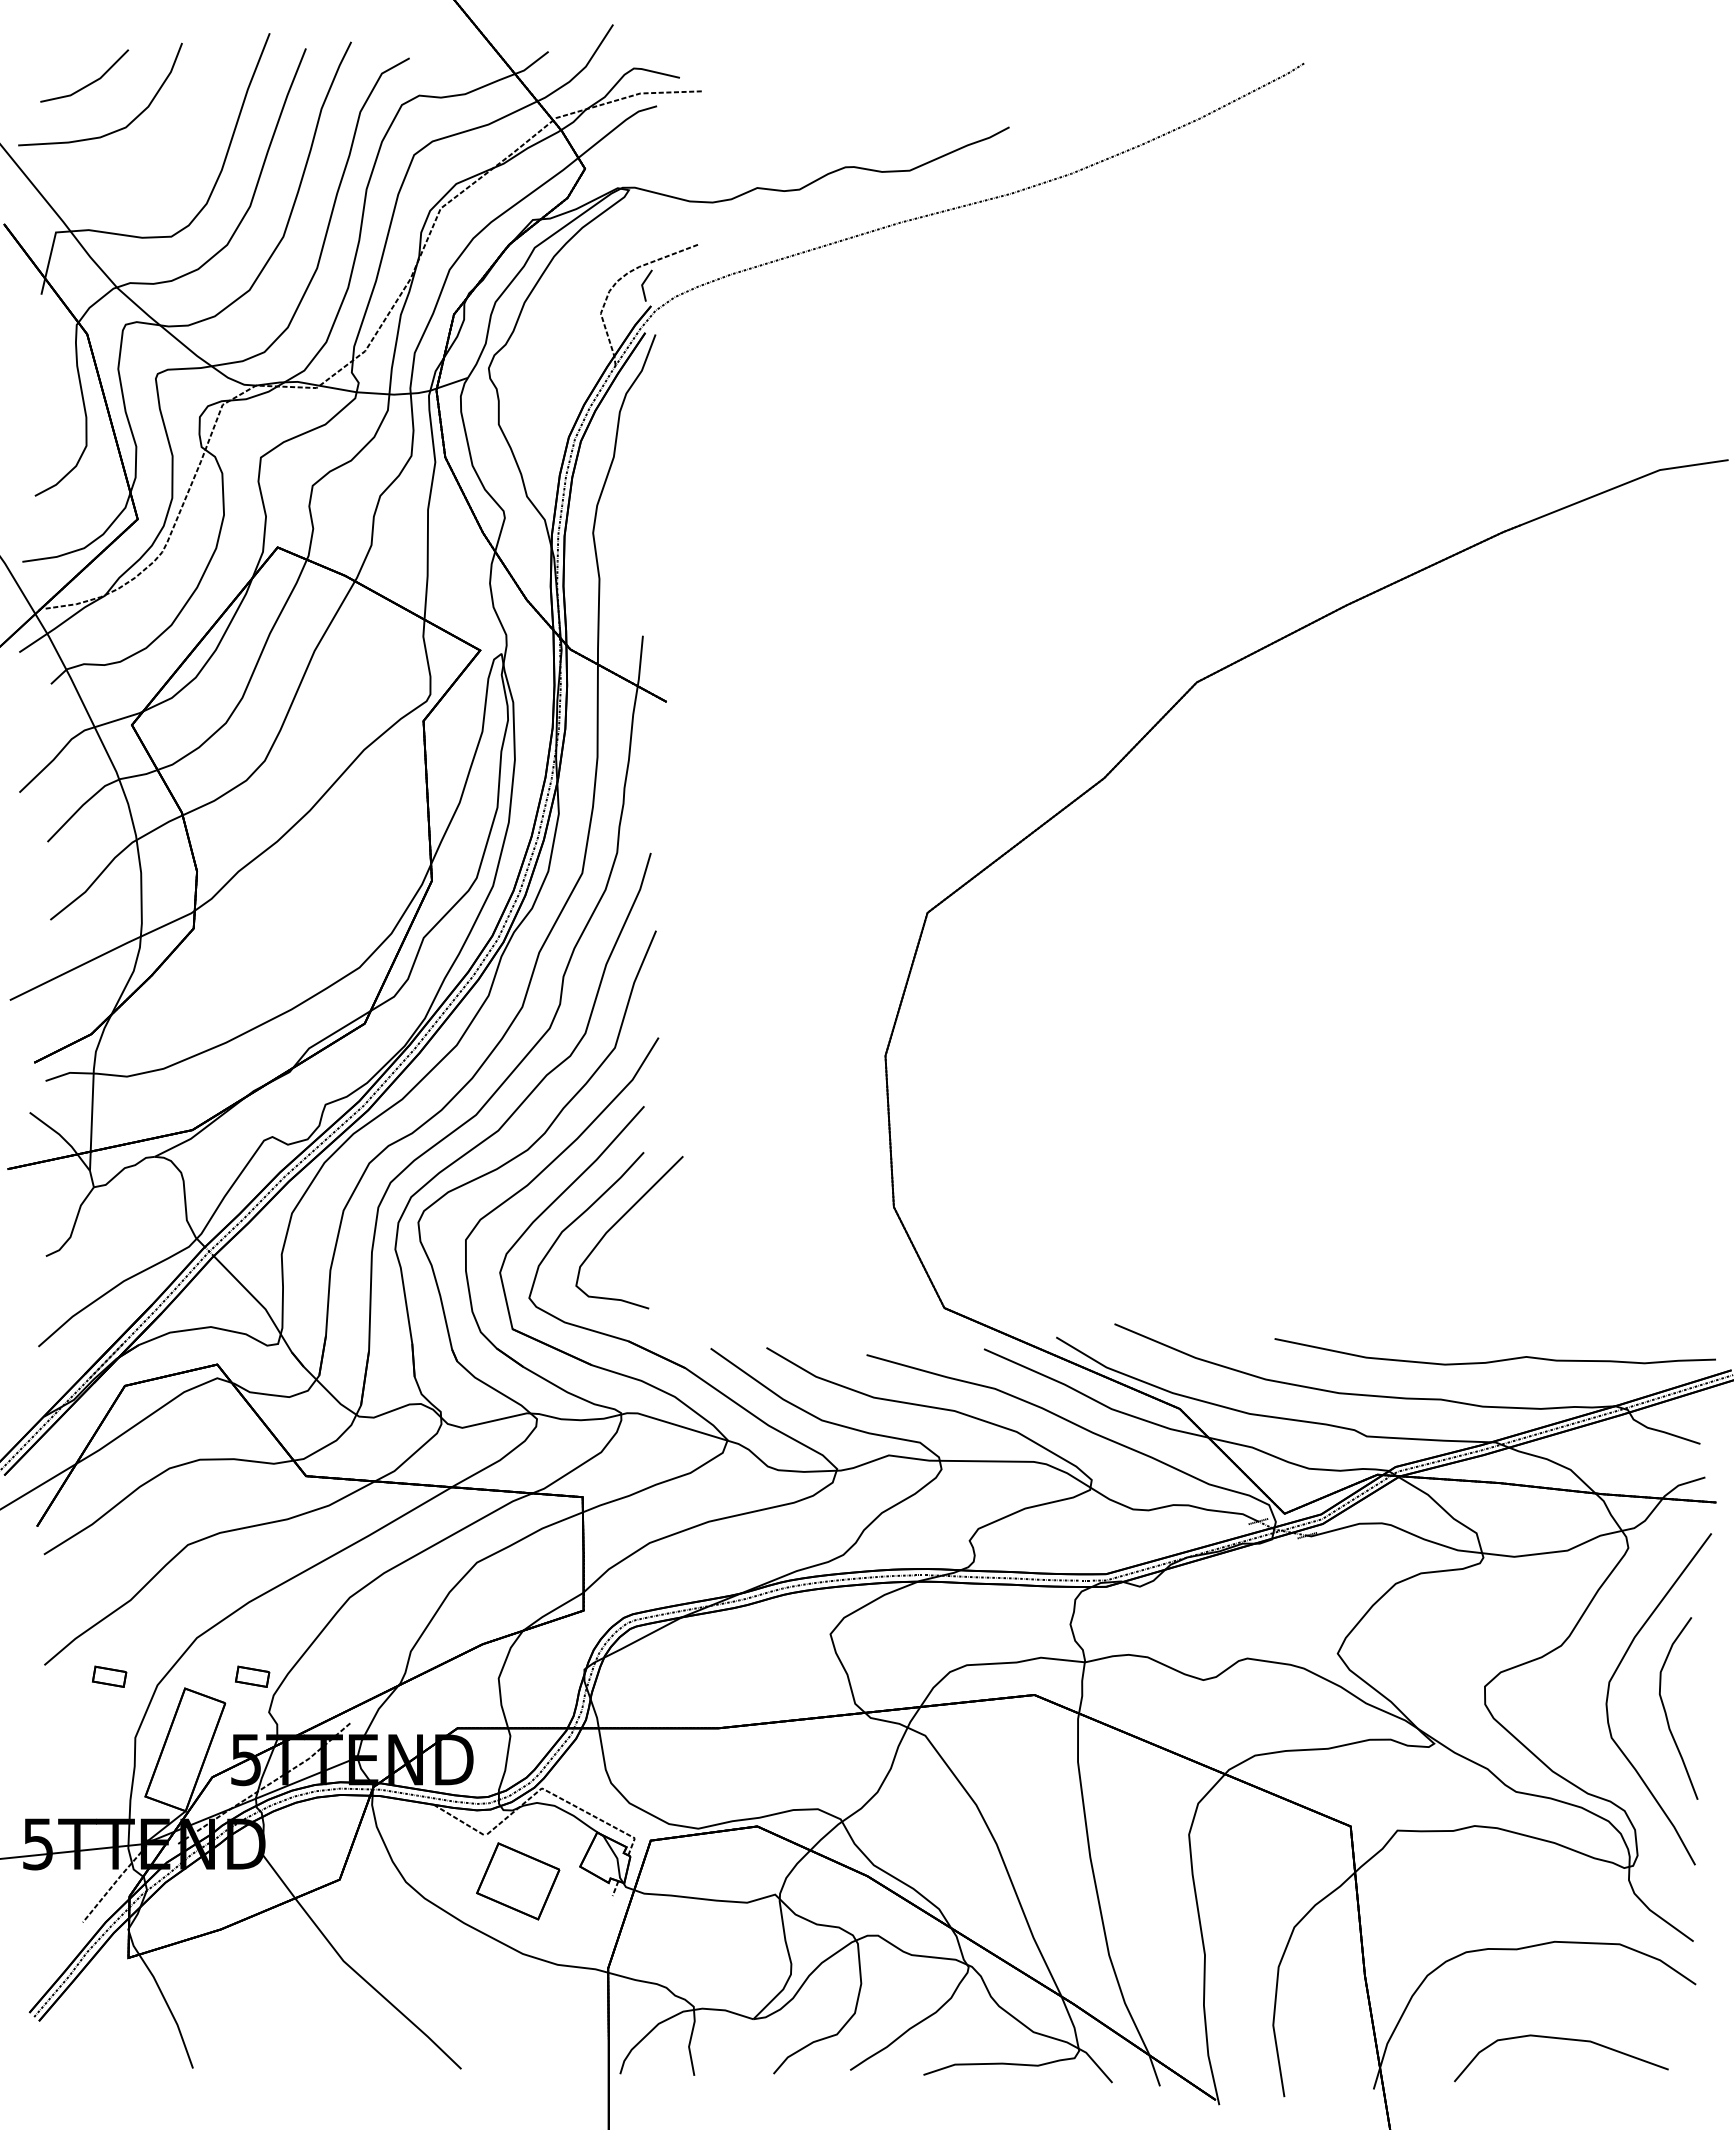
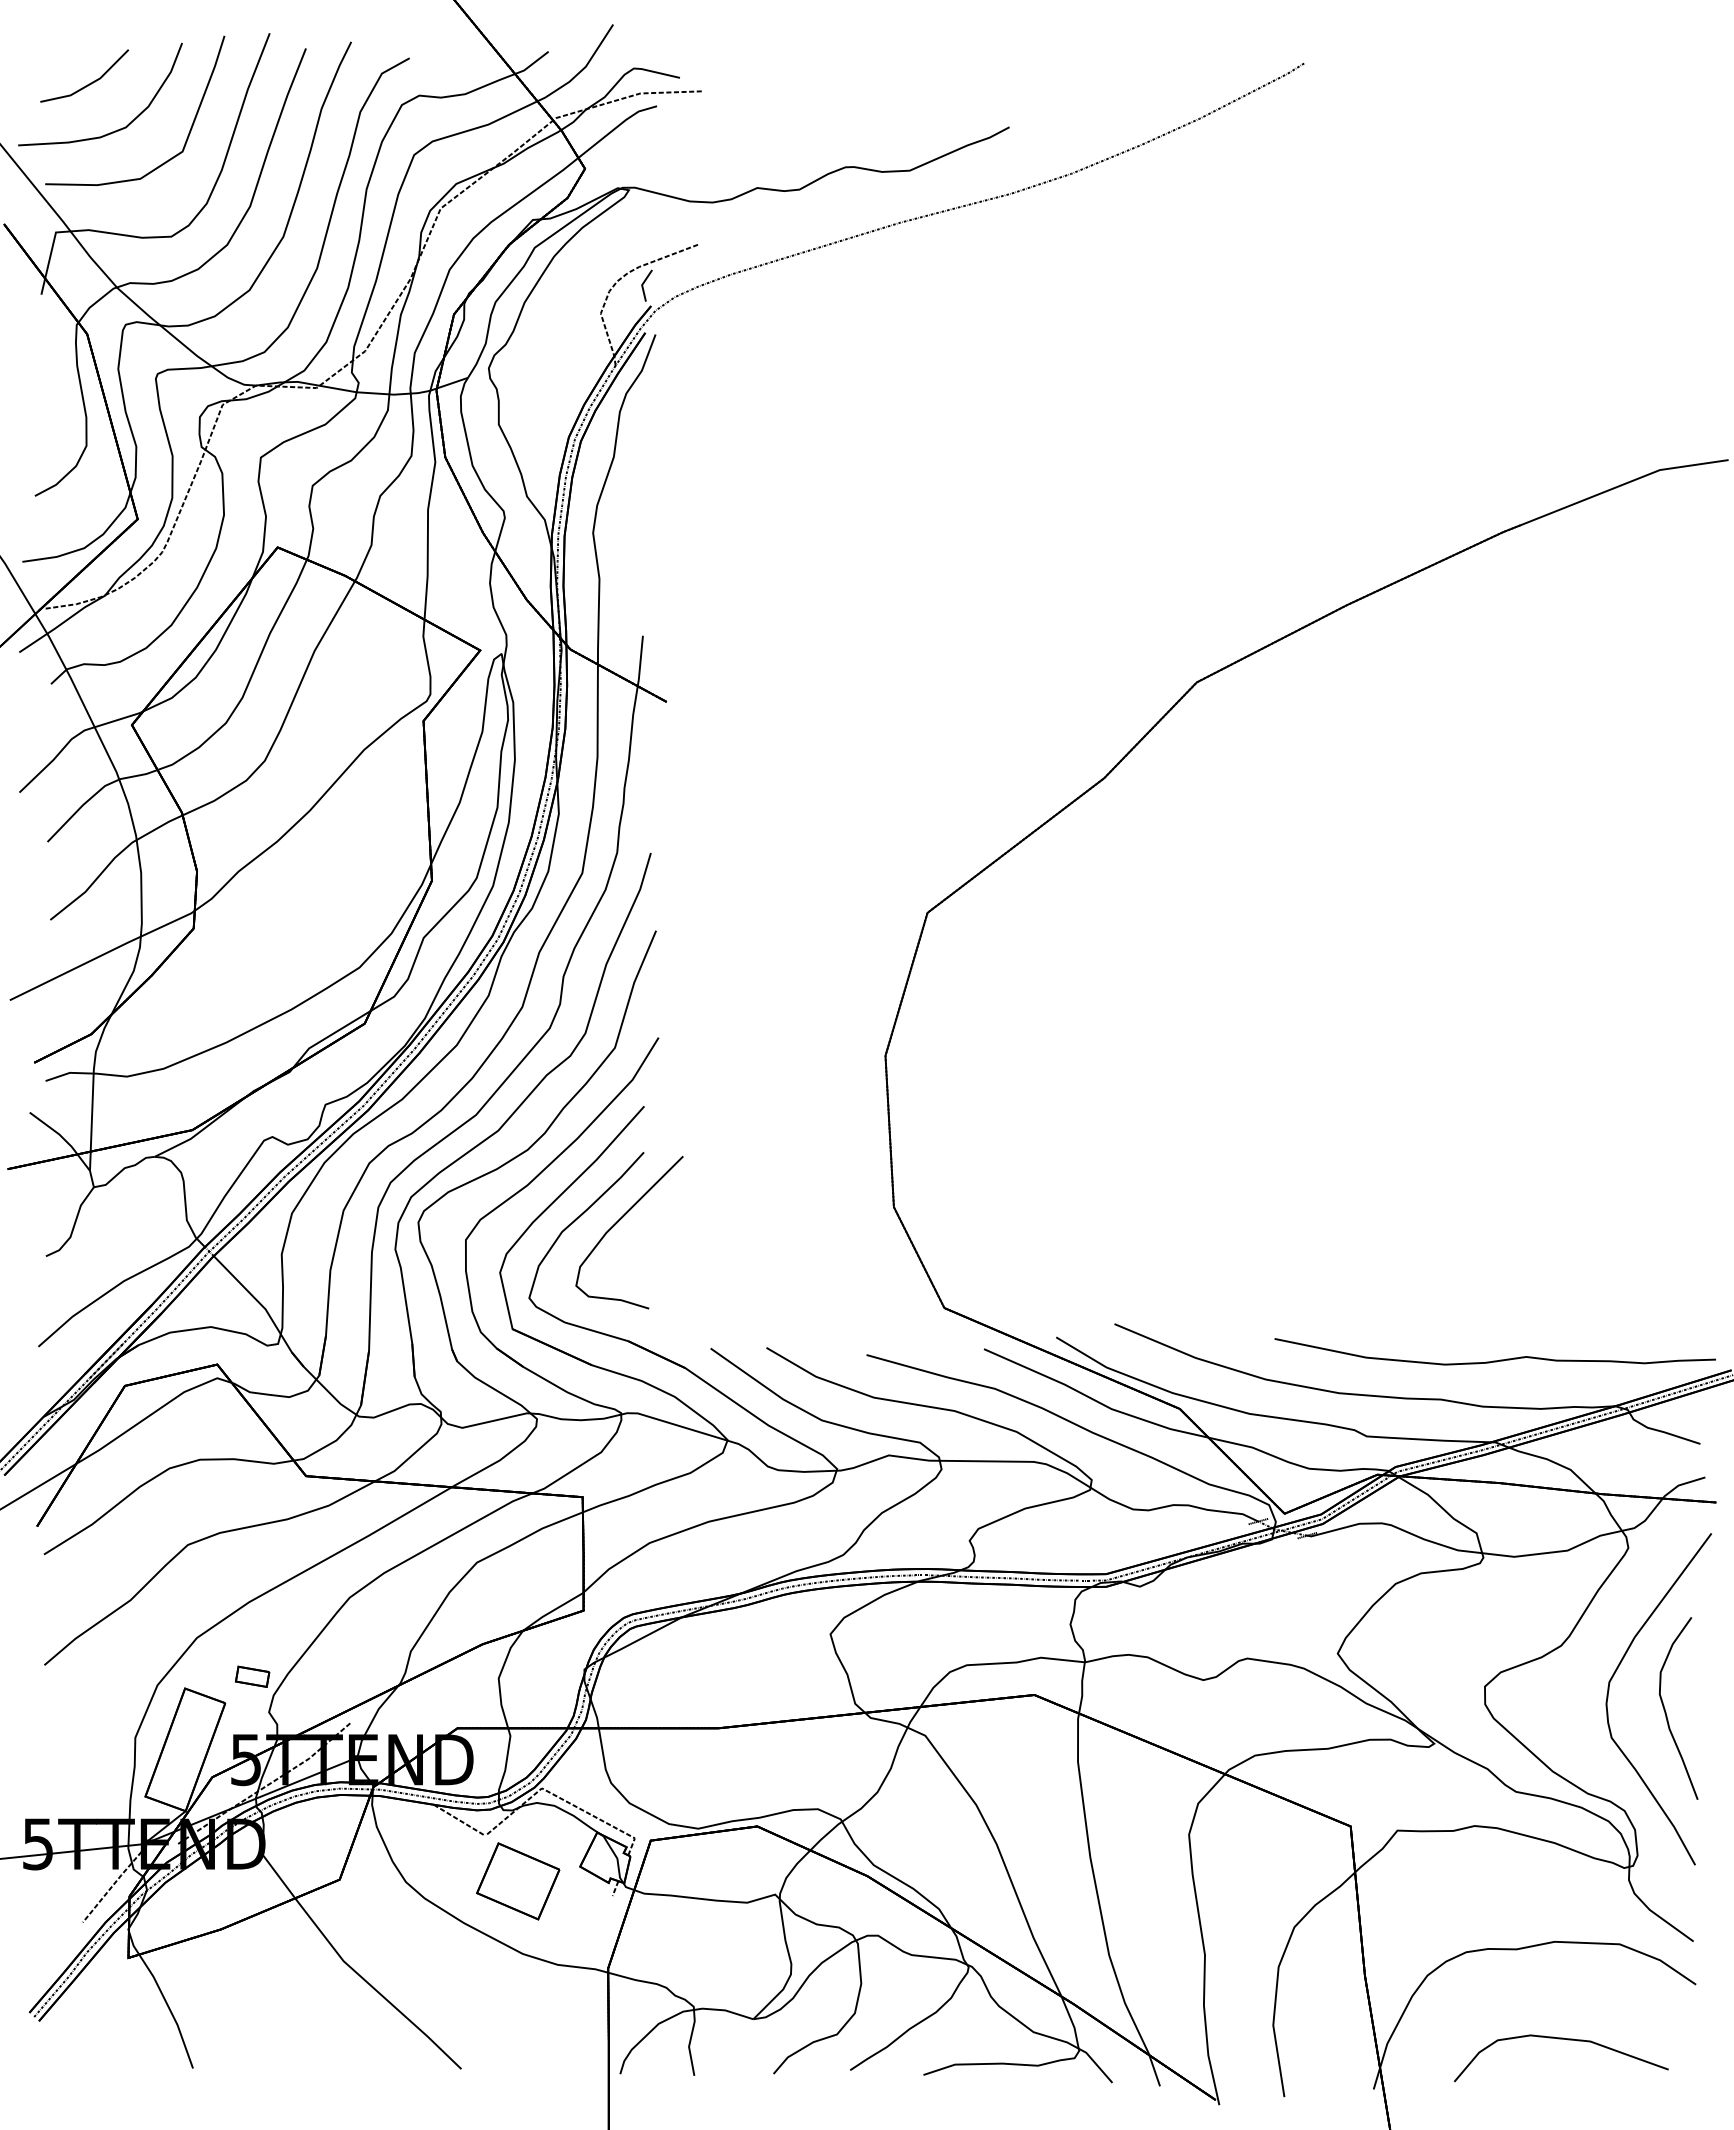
curve at (188, 132): none -> present
part at (109, 1676): present -> none
